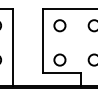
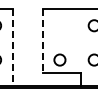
circle at (59, 25): present -> none
line at (42, 41): solid -> dashed
line at (12, 47): solid -> dashed
